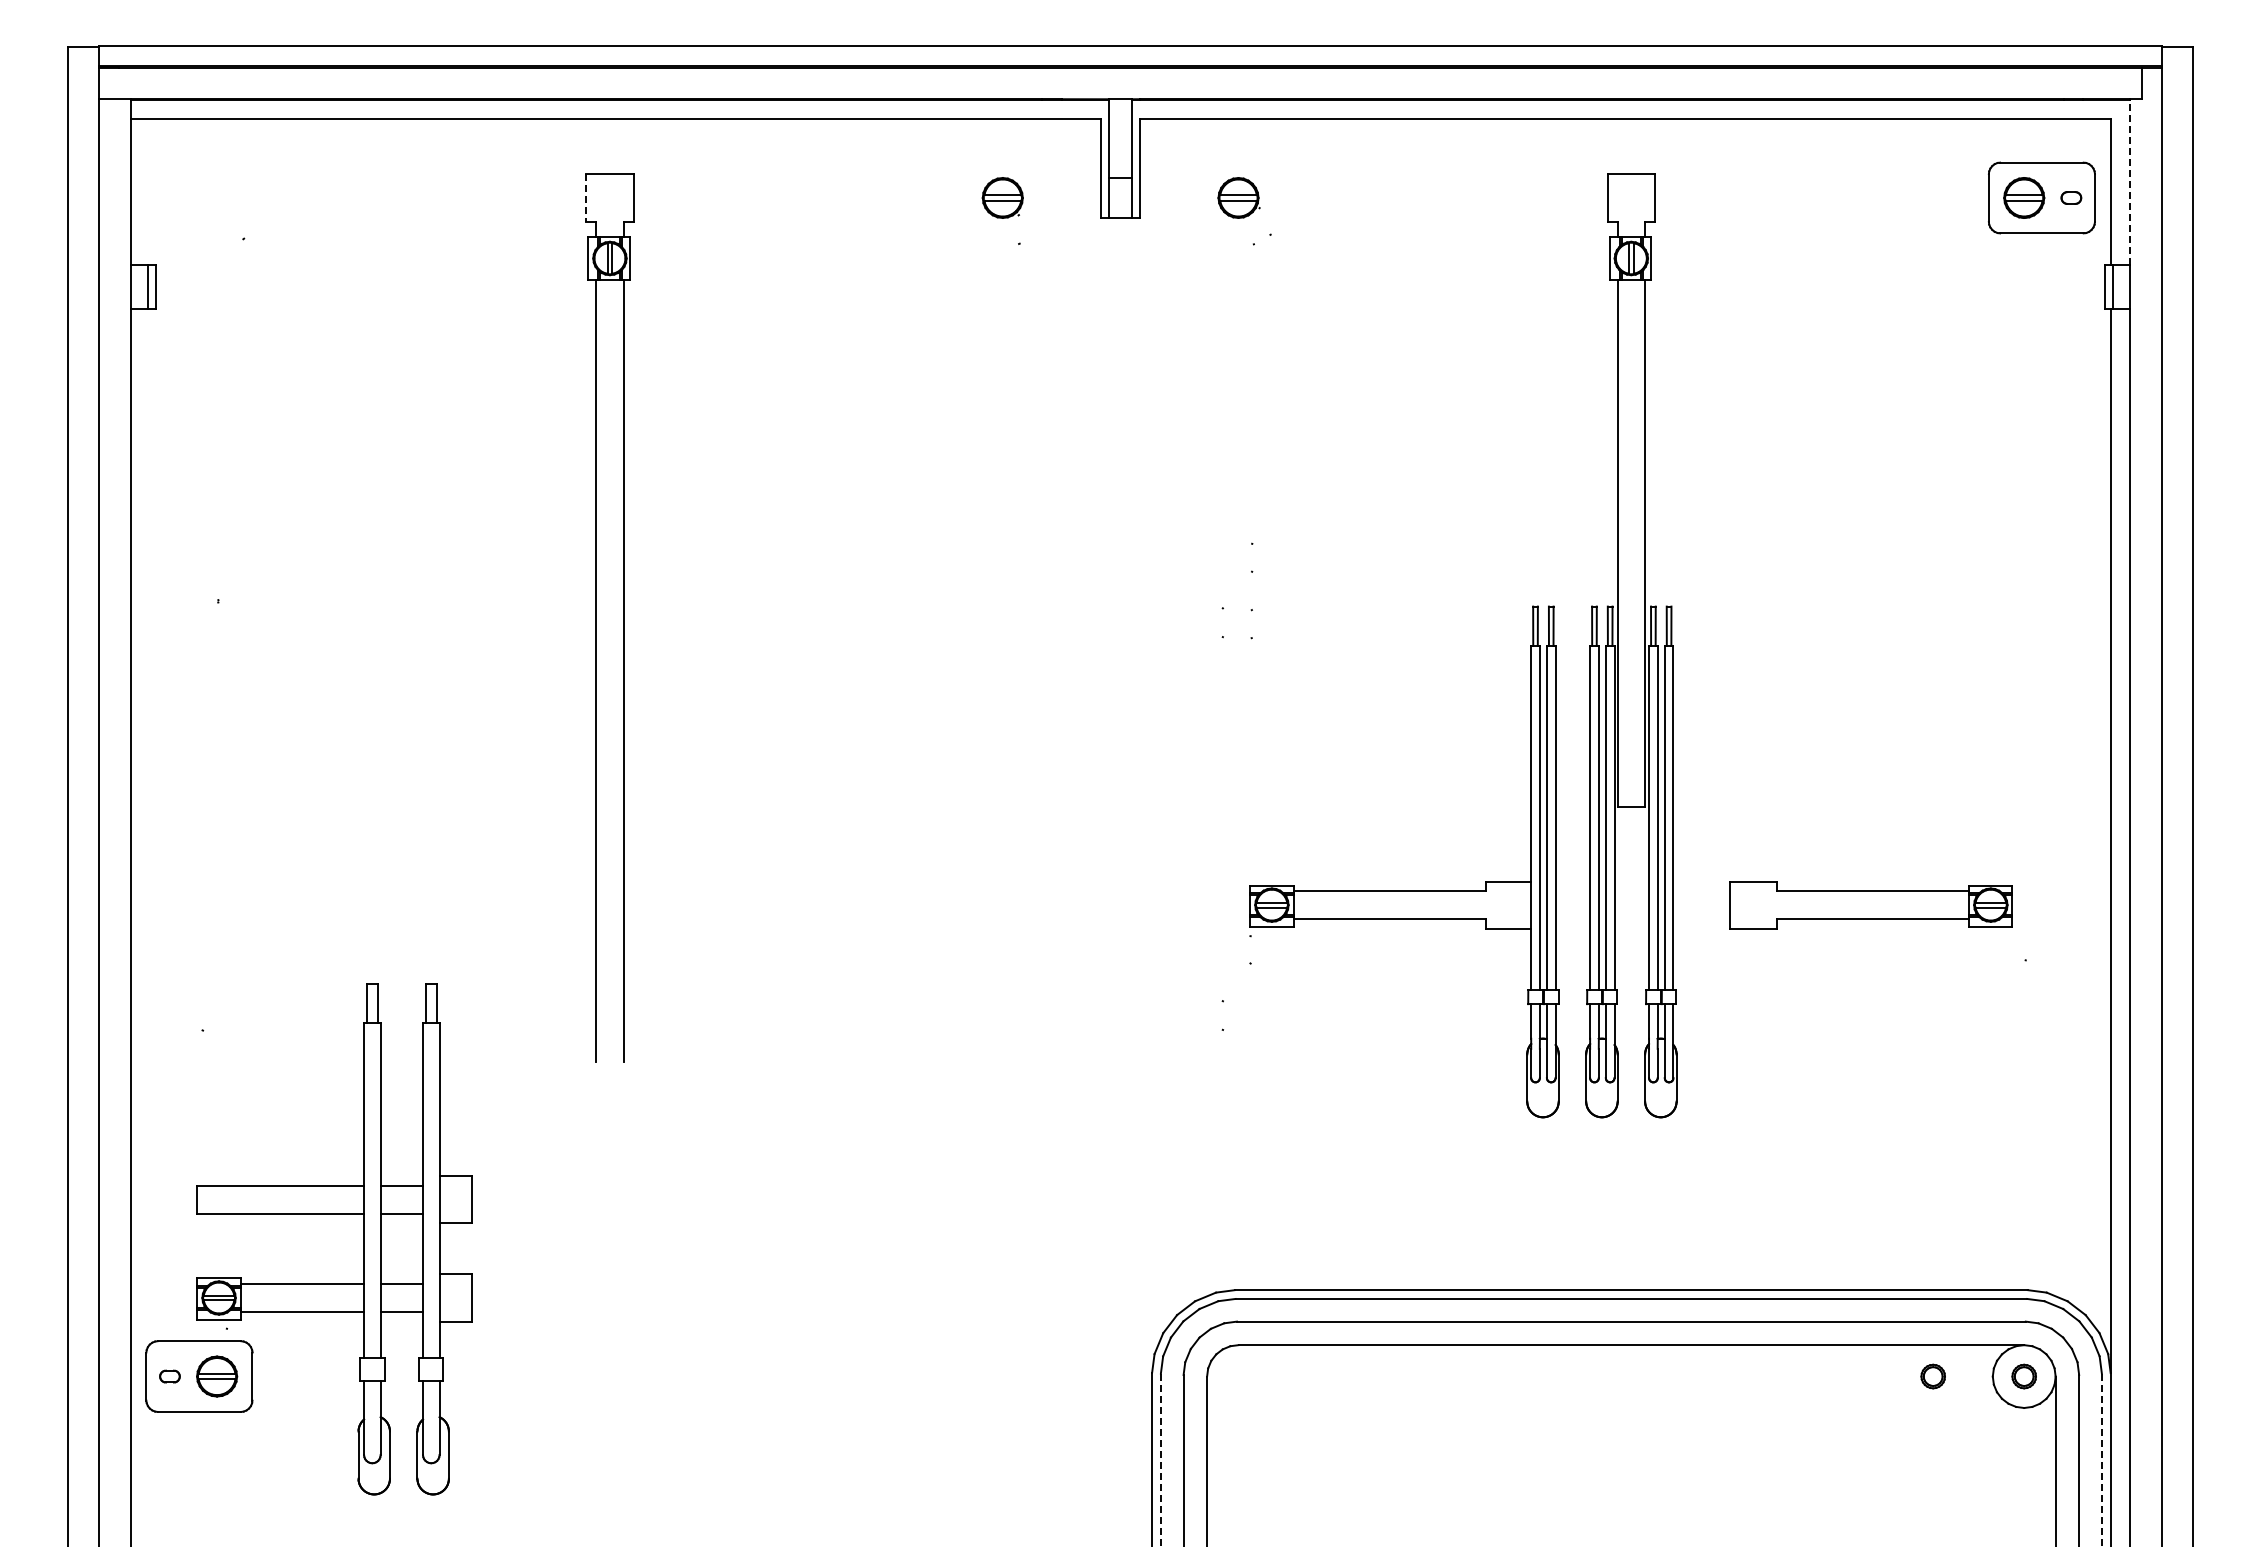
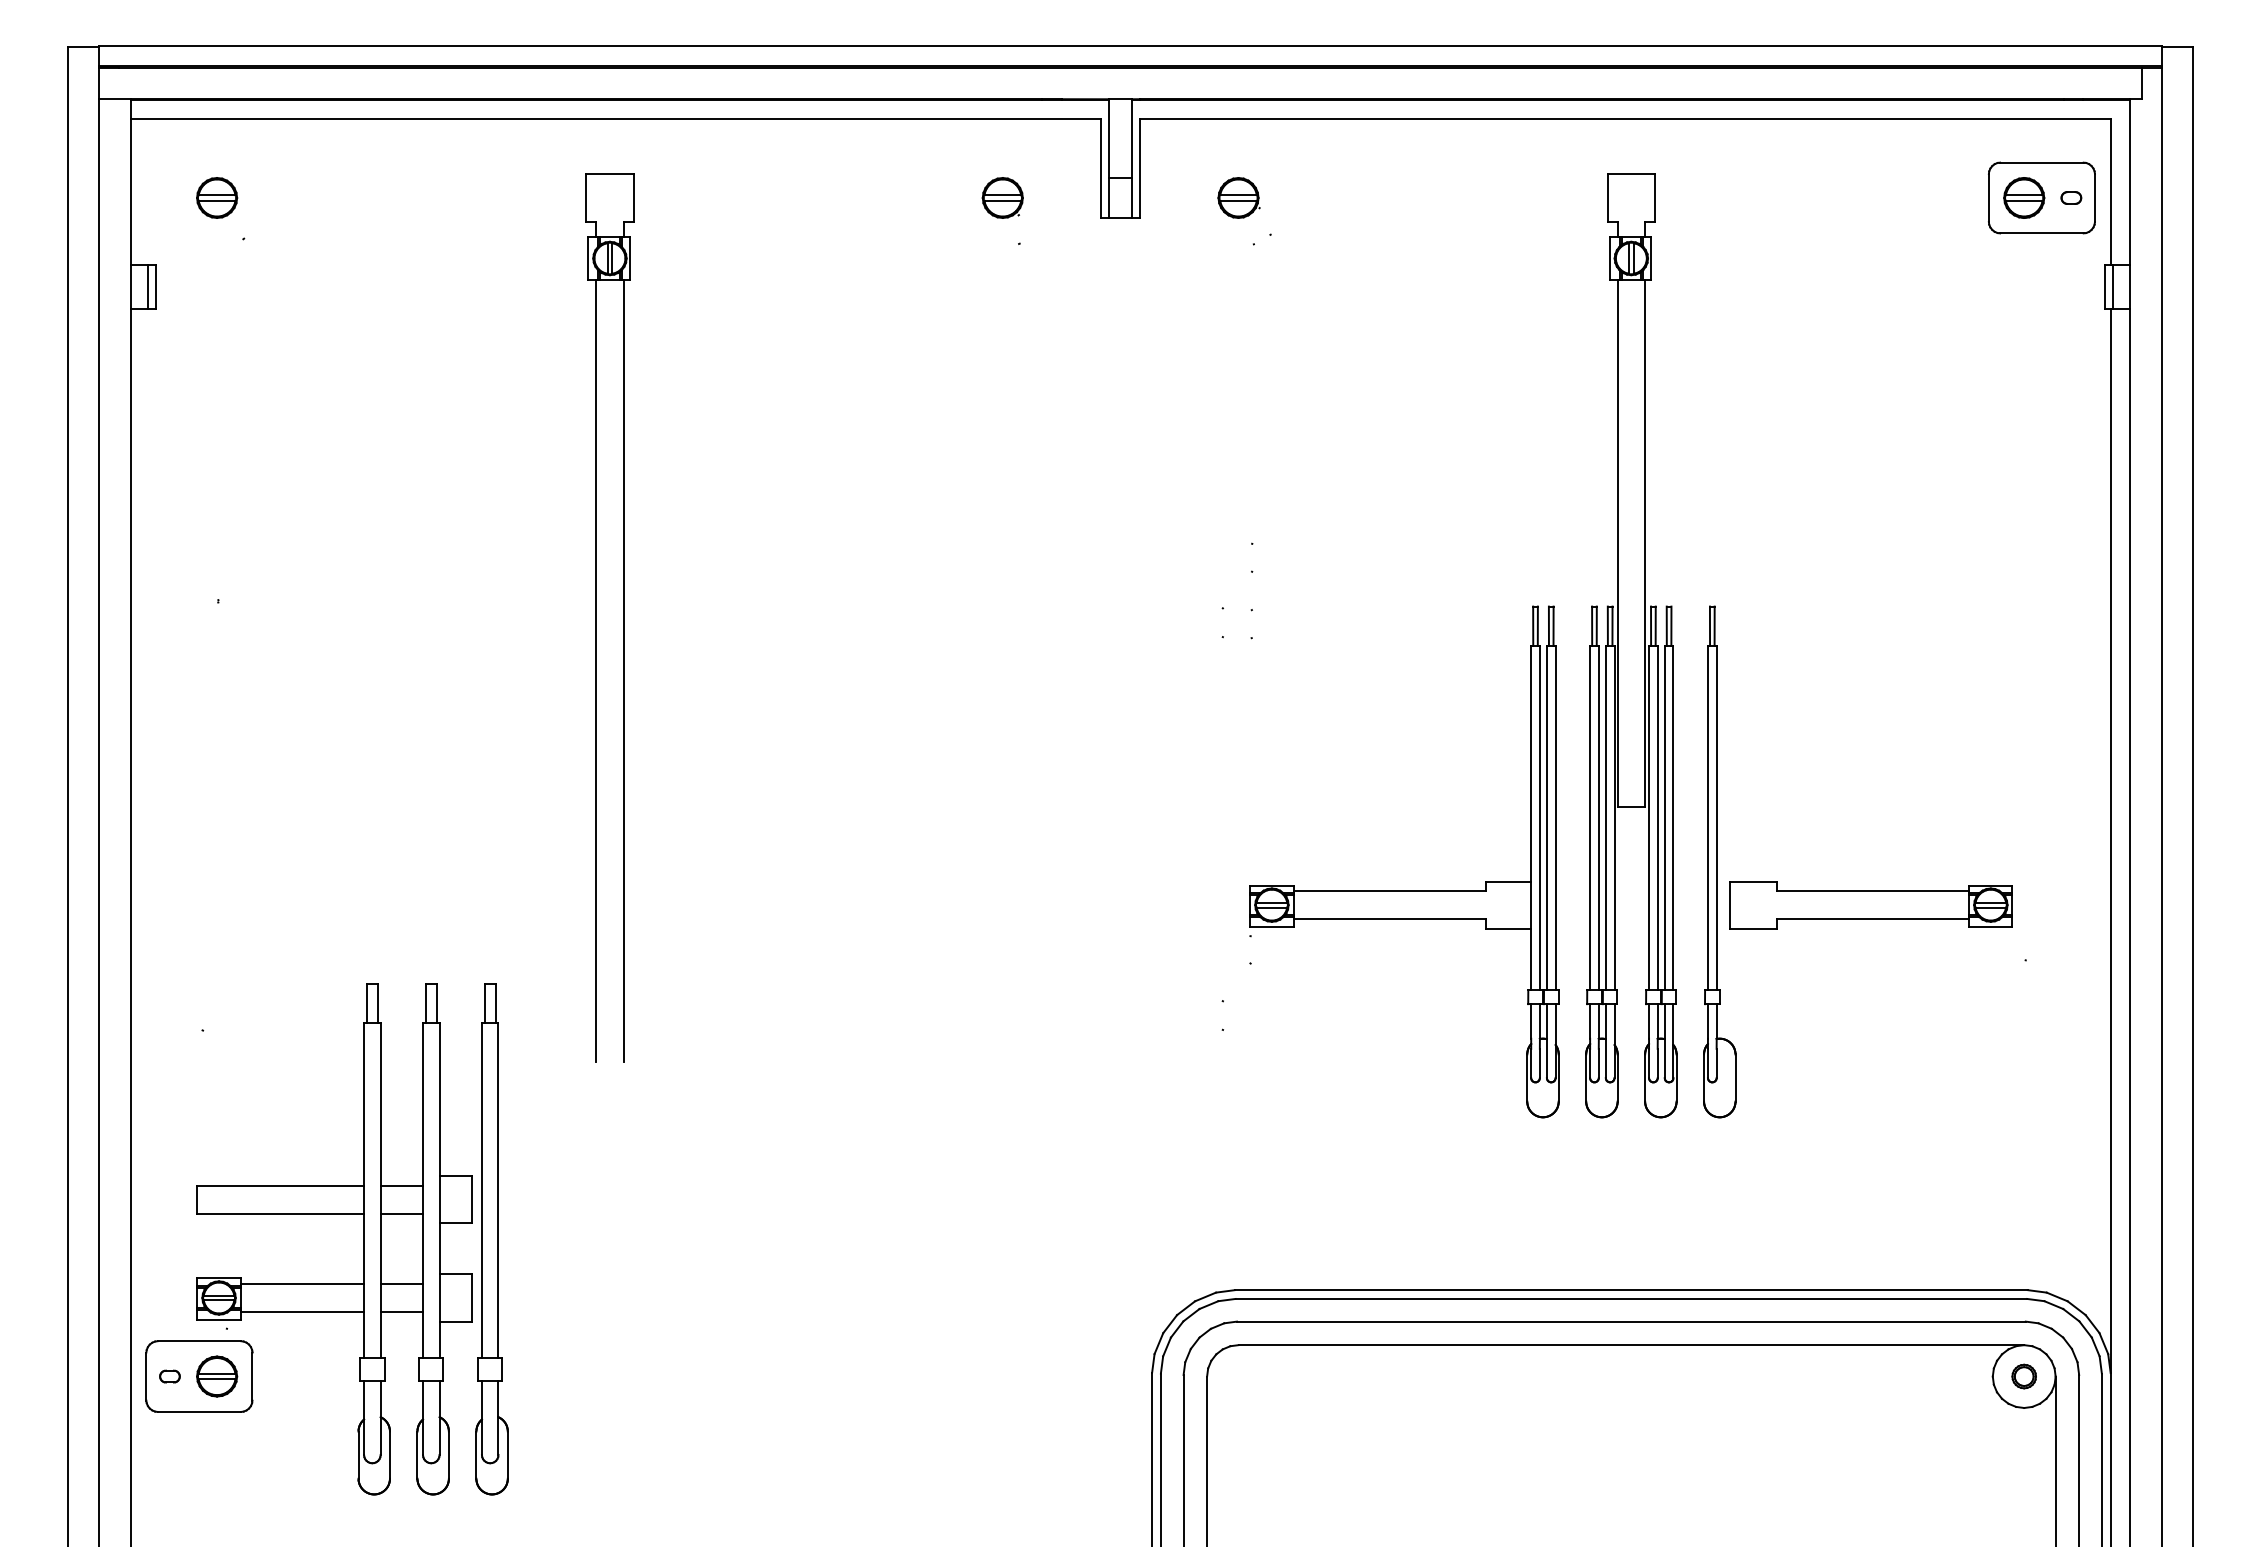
line at (2130, 182): dashed -> solid
part at (217, 197): none -> present
line at (586, 198): dashed -> solid
part at (1719, 861): none -> present
part at (491, 1239): none -> present
part at (1932, 1376): present -> none
line at (1160, 1459): dashed -> solid
line at (2101, 1460): dashed -> solid
